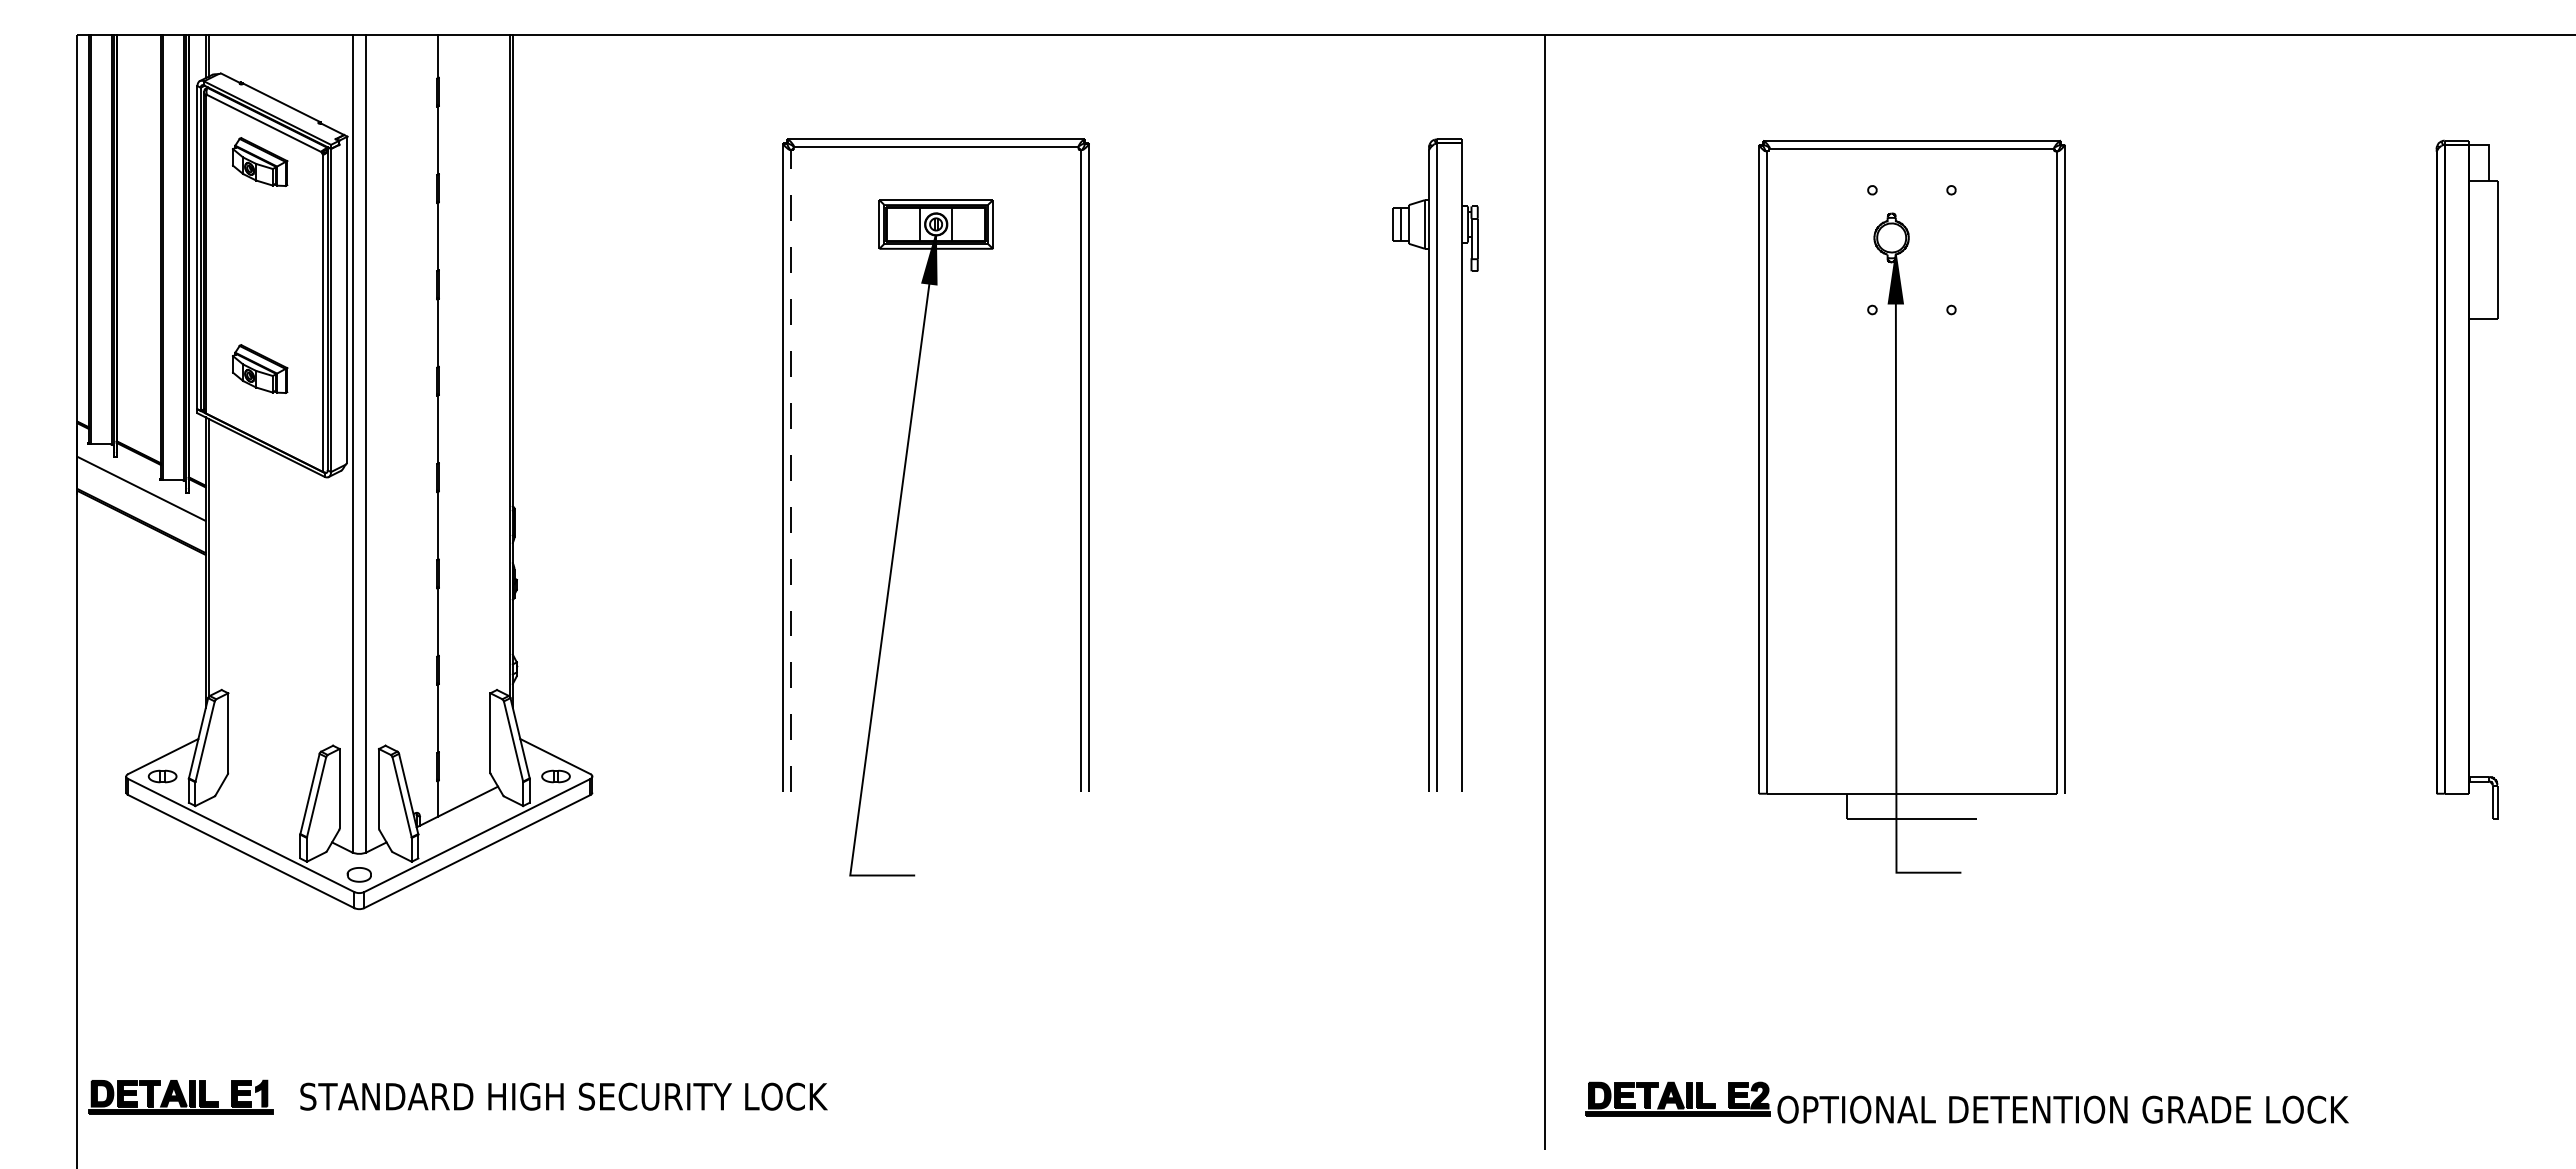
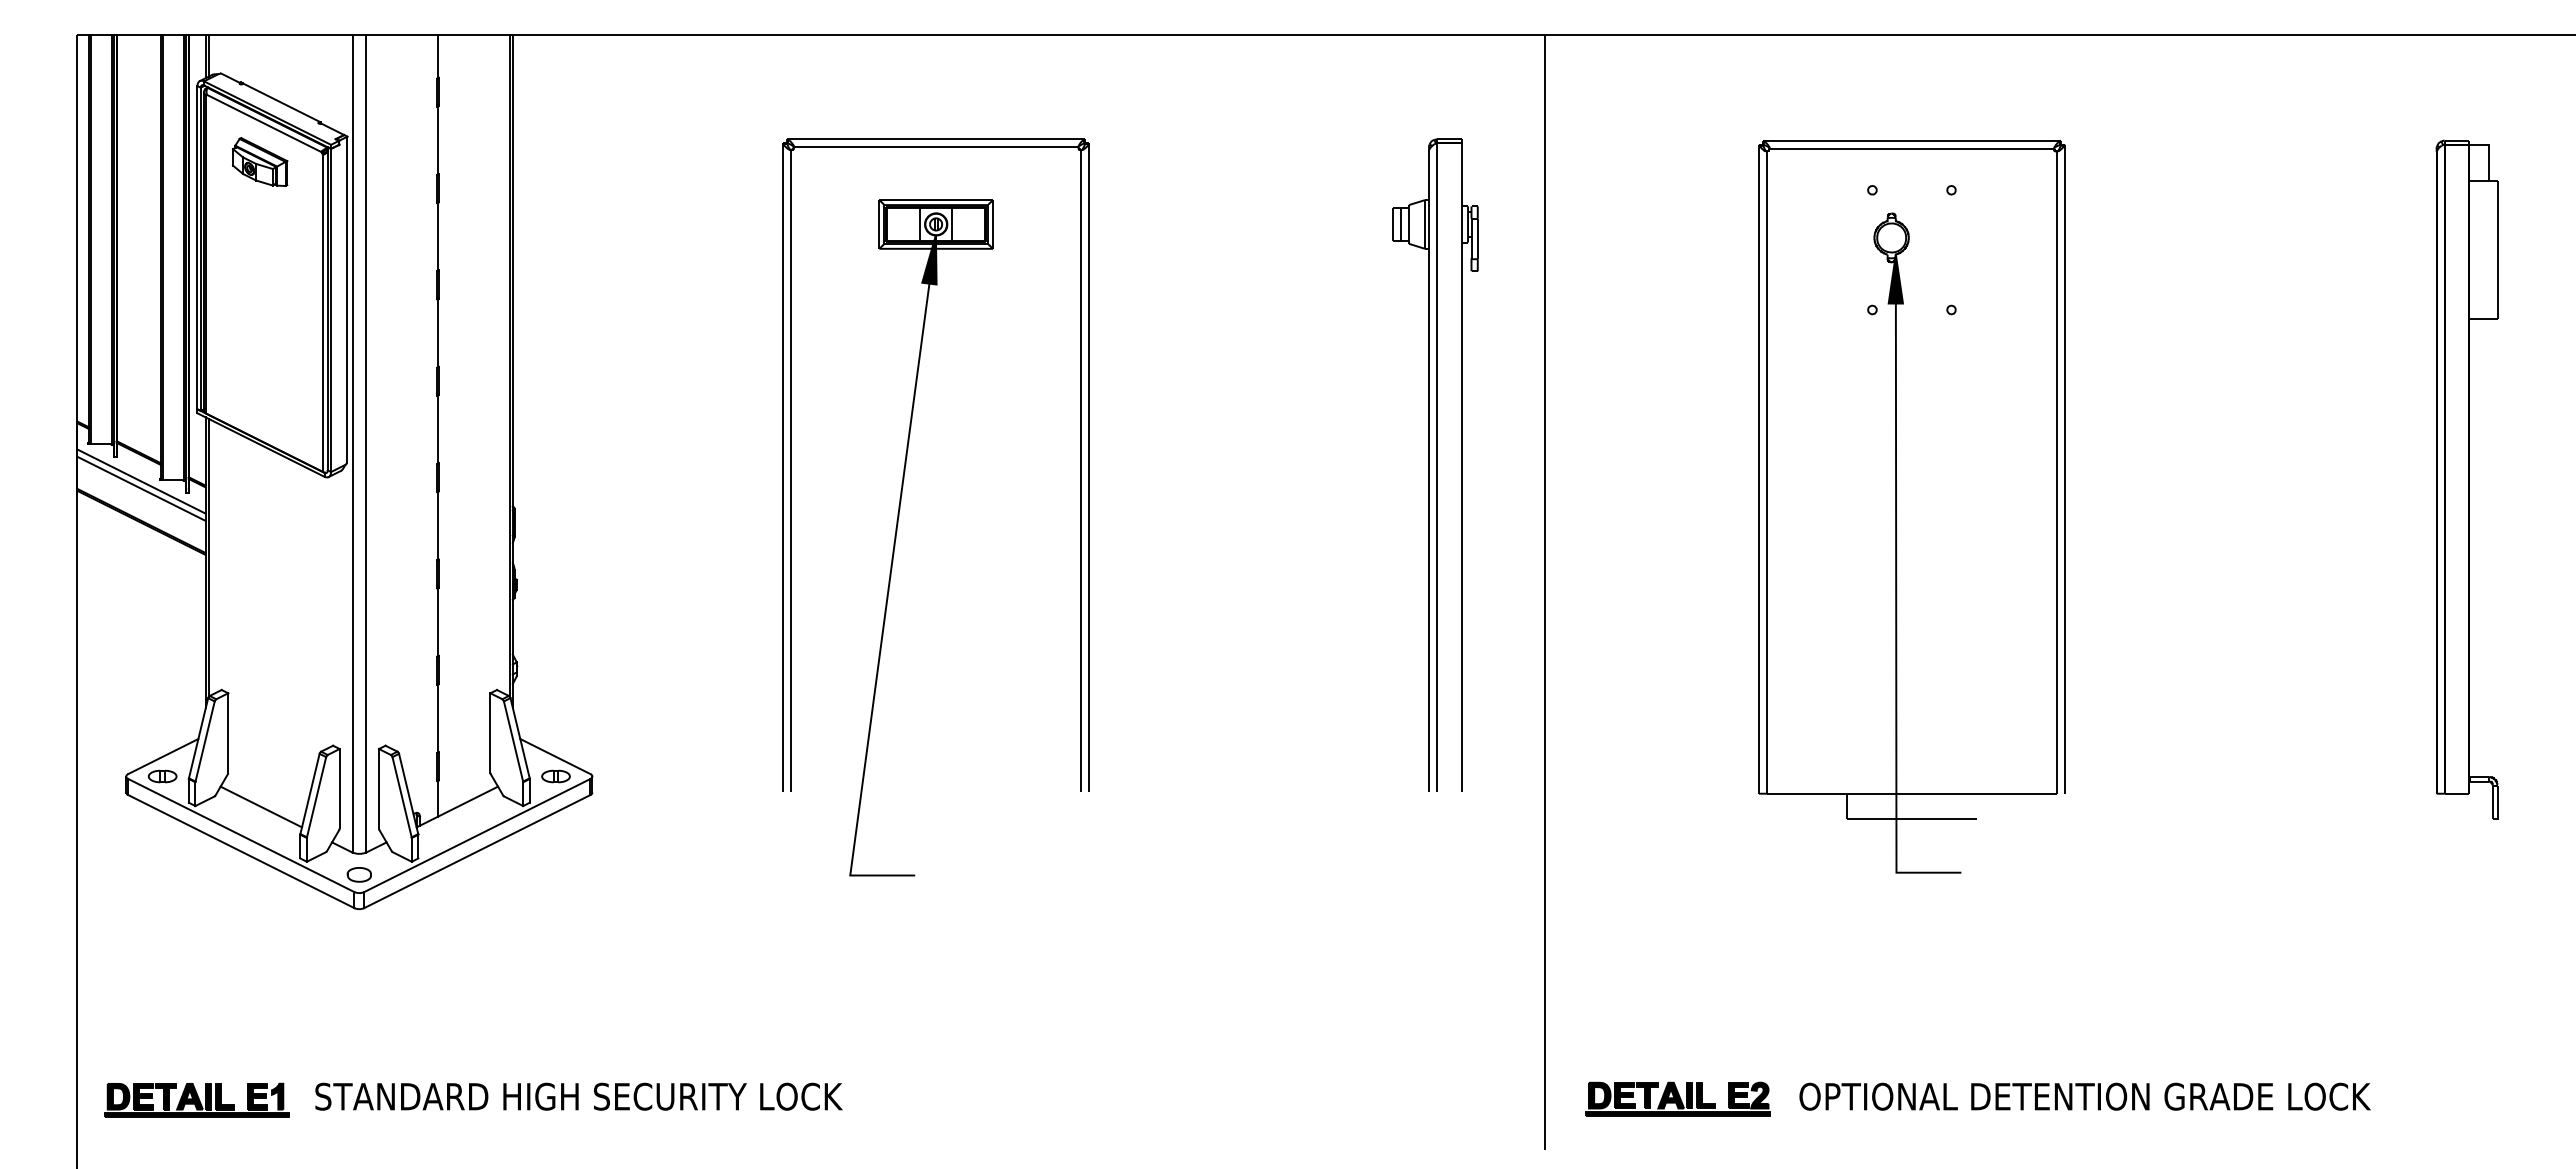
part at (260, 368): present -> none
line at (791, 470): dashed -> solid
line at (141, 481): none -> present
line at (261, 806): none -> present
part at (180, 1096) position: (180, 1096) -> (196, 1099)
text at (563, 1096) position: (563, 1096) -> (578, 1096)
text at (2062, 1109) position: (2062, 1109) -> (2084, 1096)
